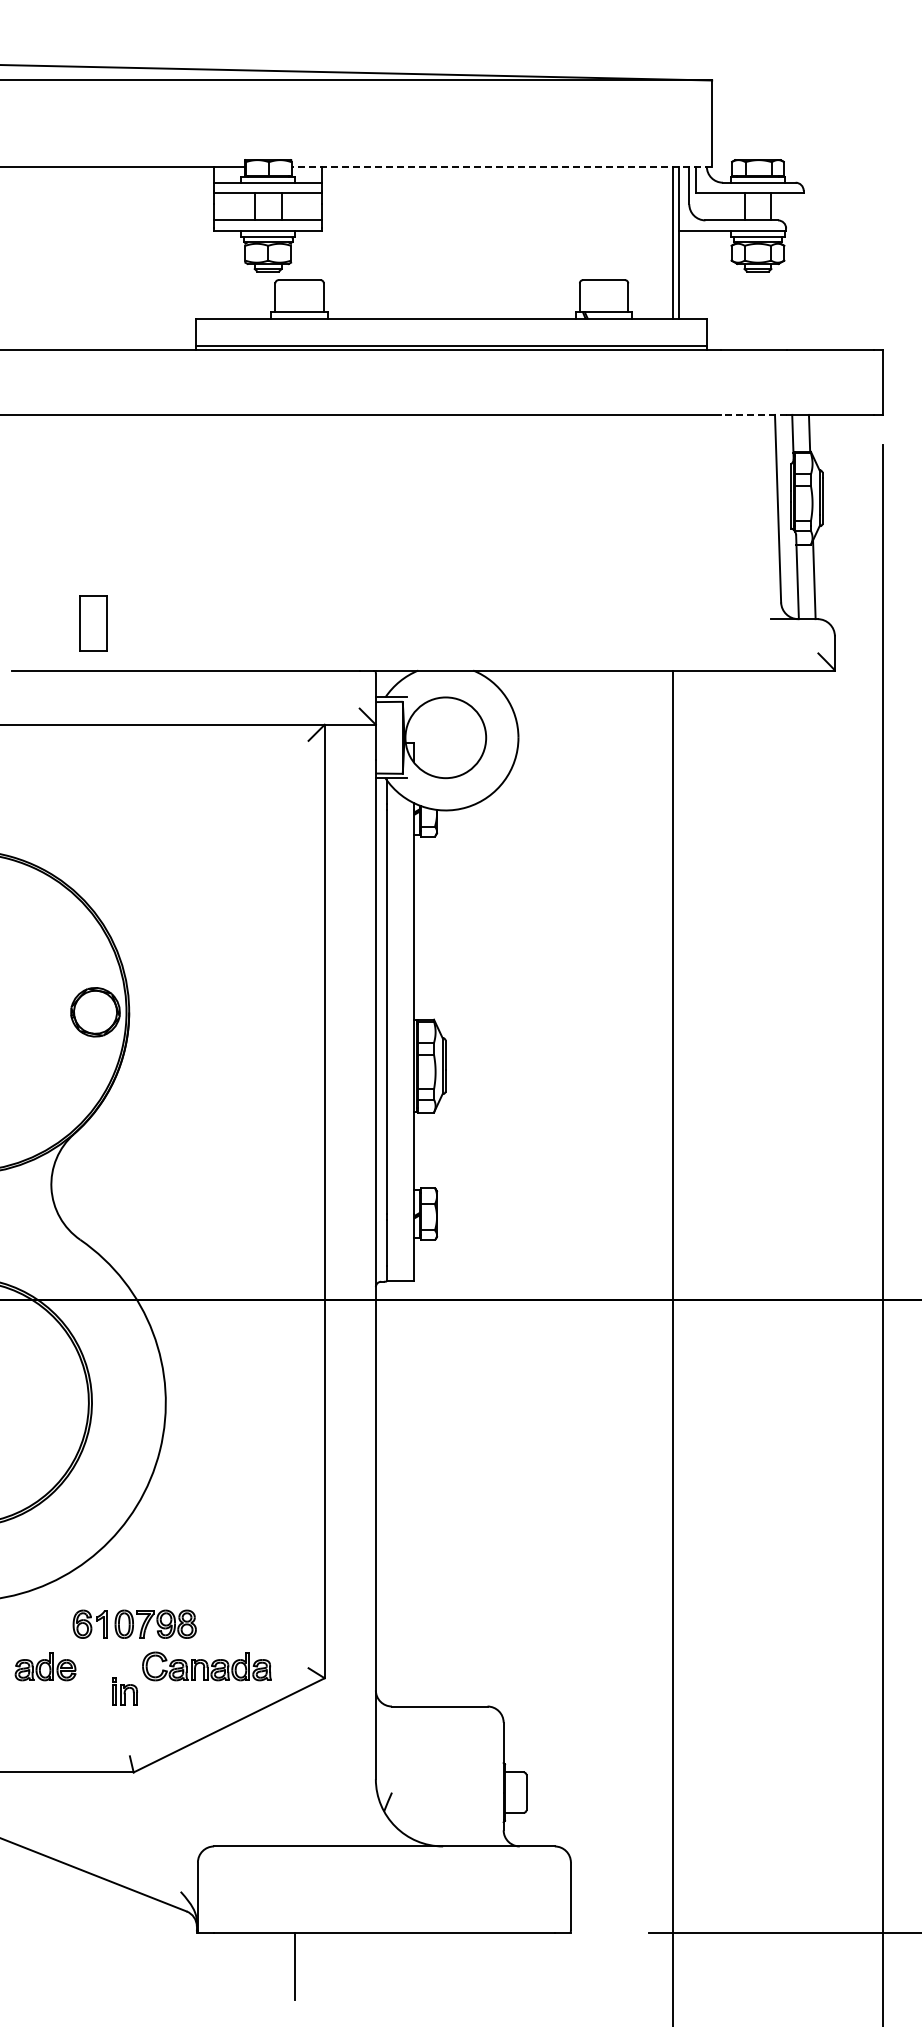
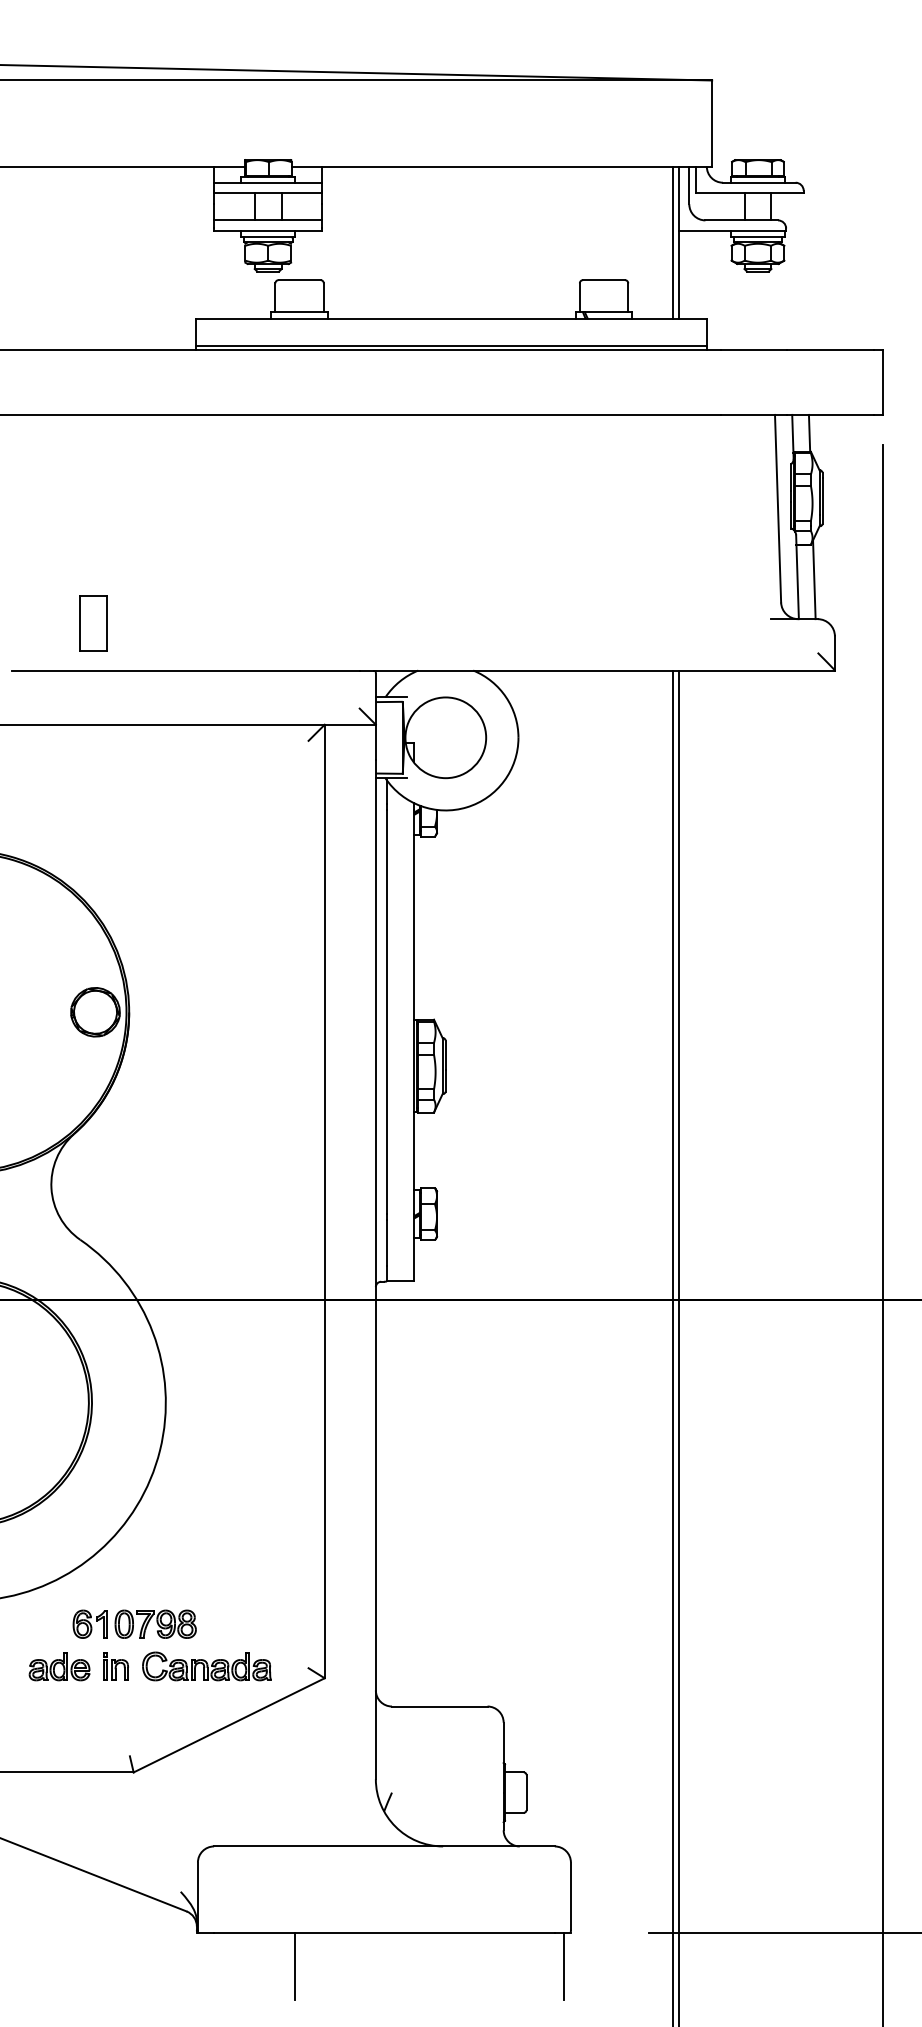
line at (501, 166): dashed -> solid
line at (753, 414): dashed -> solid
line at (678, 1346): none -> present
part at (45, 1666) position: (45, 1666) -> (59, 1666)
part at (124, 1691) position: (124, 1691) -> (115, 1666)
line at (564, 1965): none -> present
